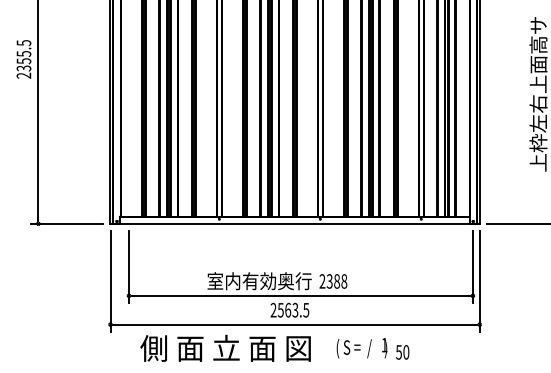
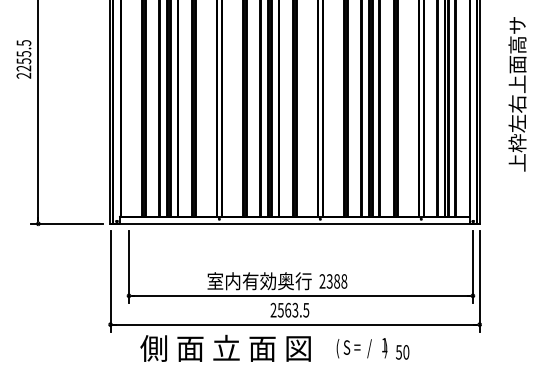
text at (24, 68): 2355.5 -> 2255.5
text at (538, 94) position: (538, 94) -> (517, 94)
line at (517, 223): present -> none
